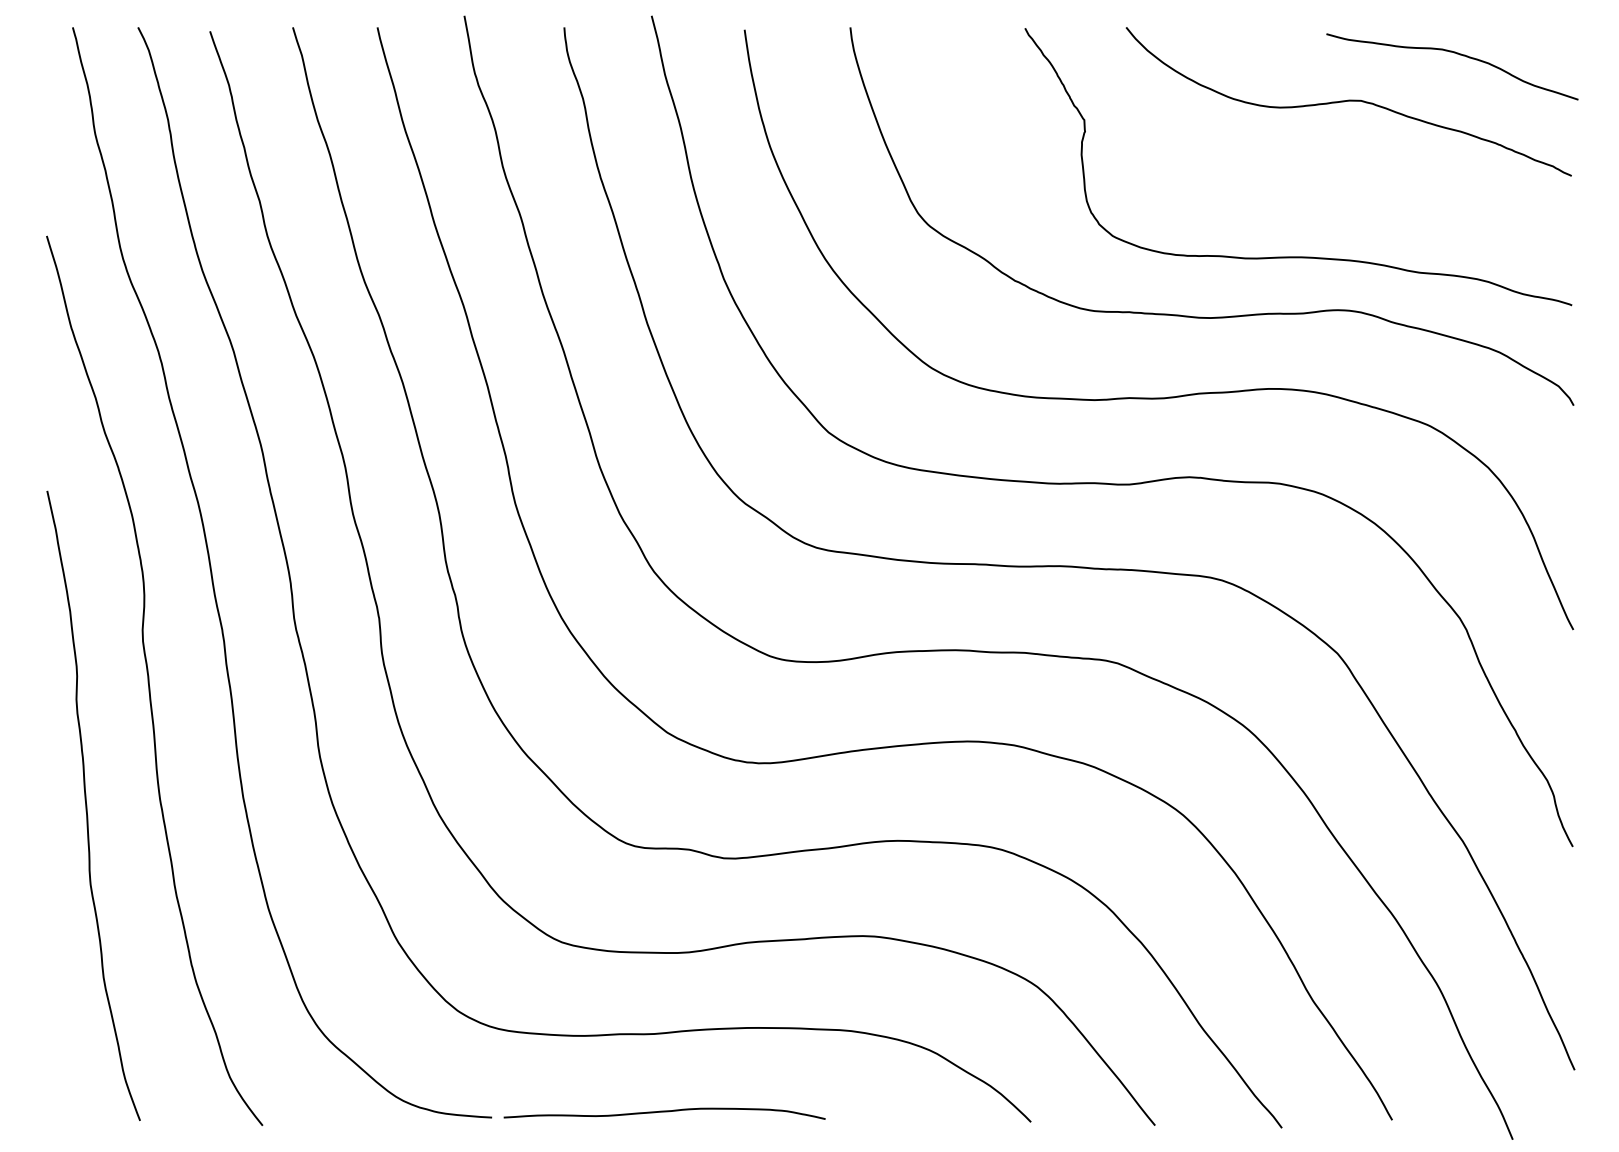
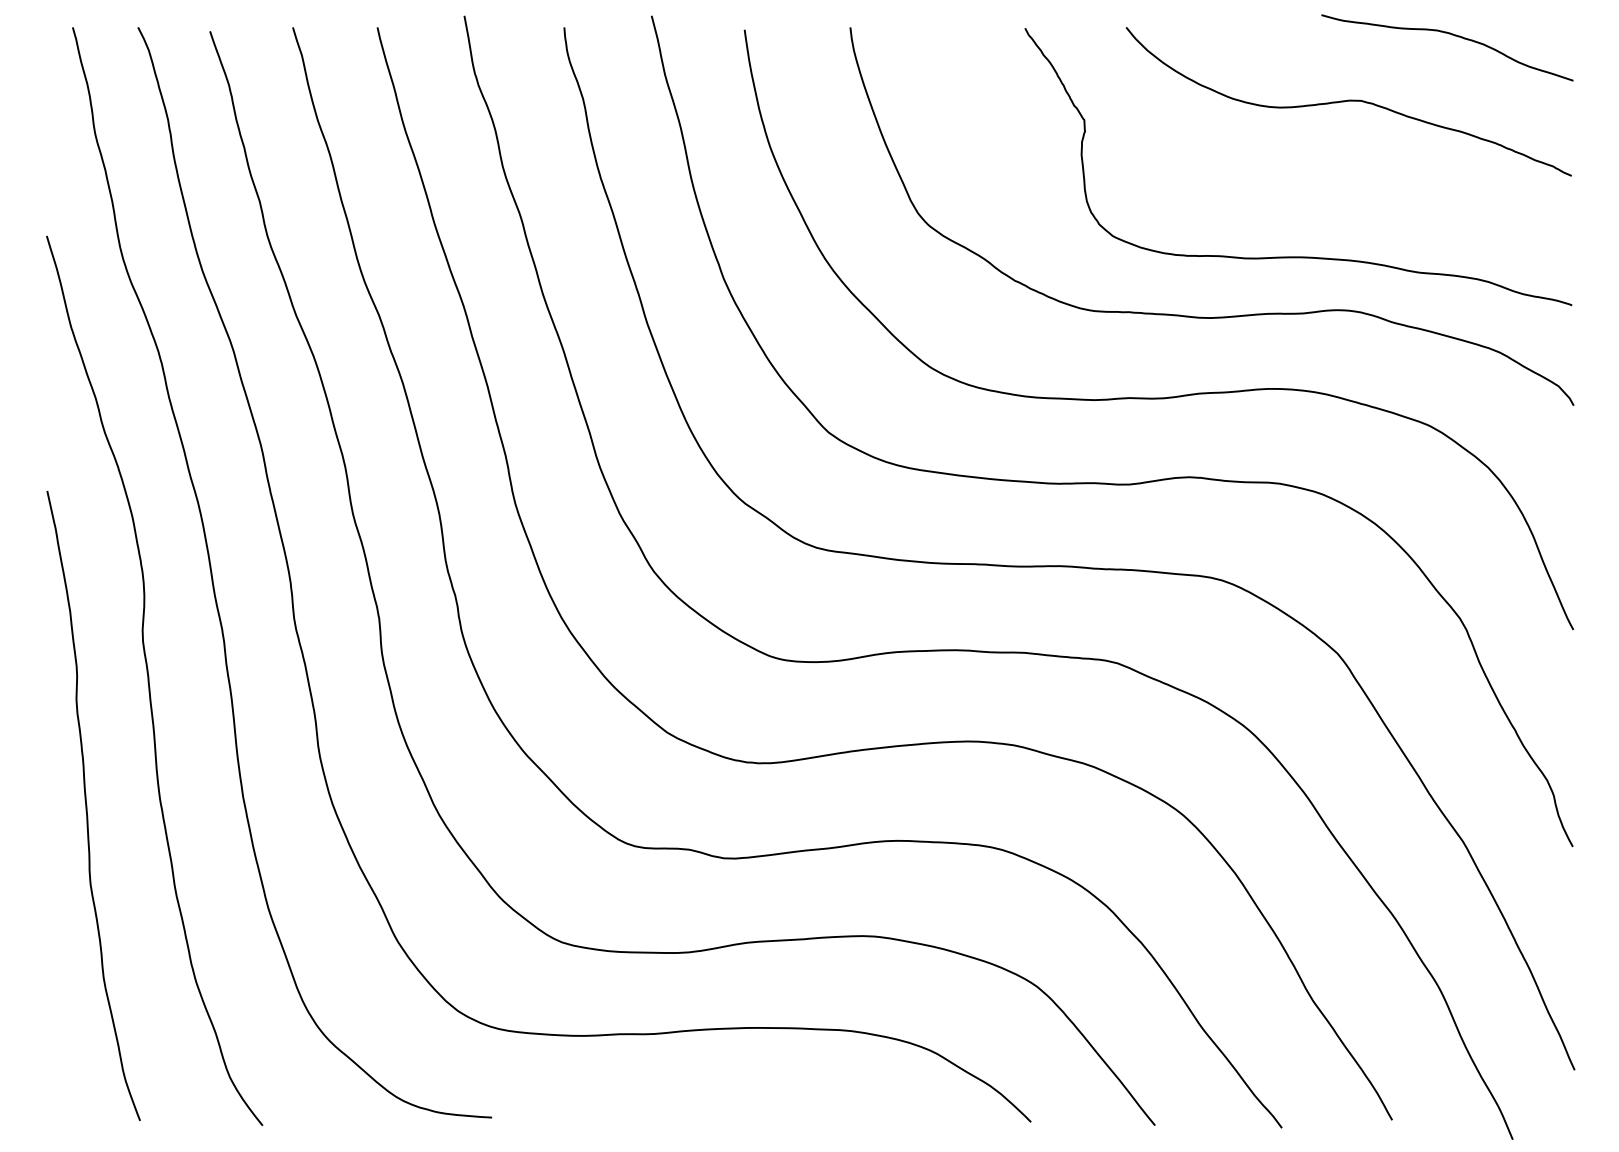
curve at (1457, 54) position: (1457, 54) -> (1452, 35)
curve at (664, 1112): present -> none
